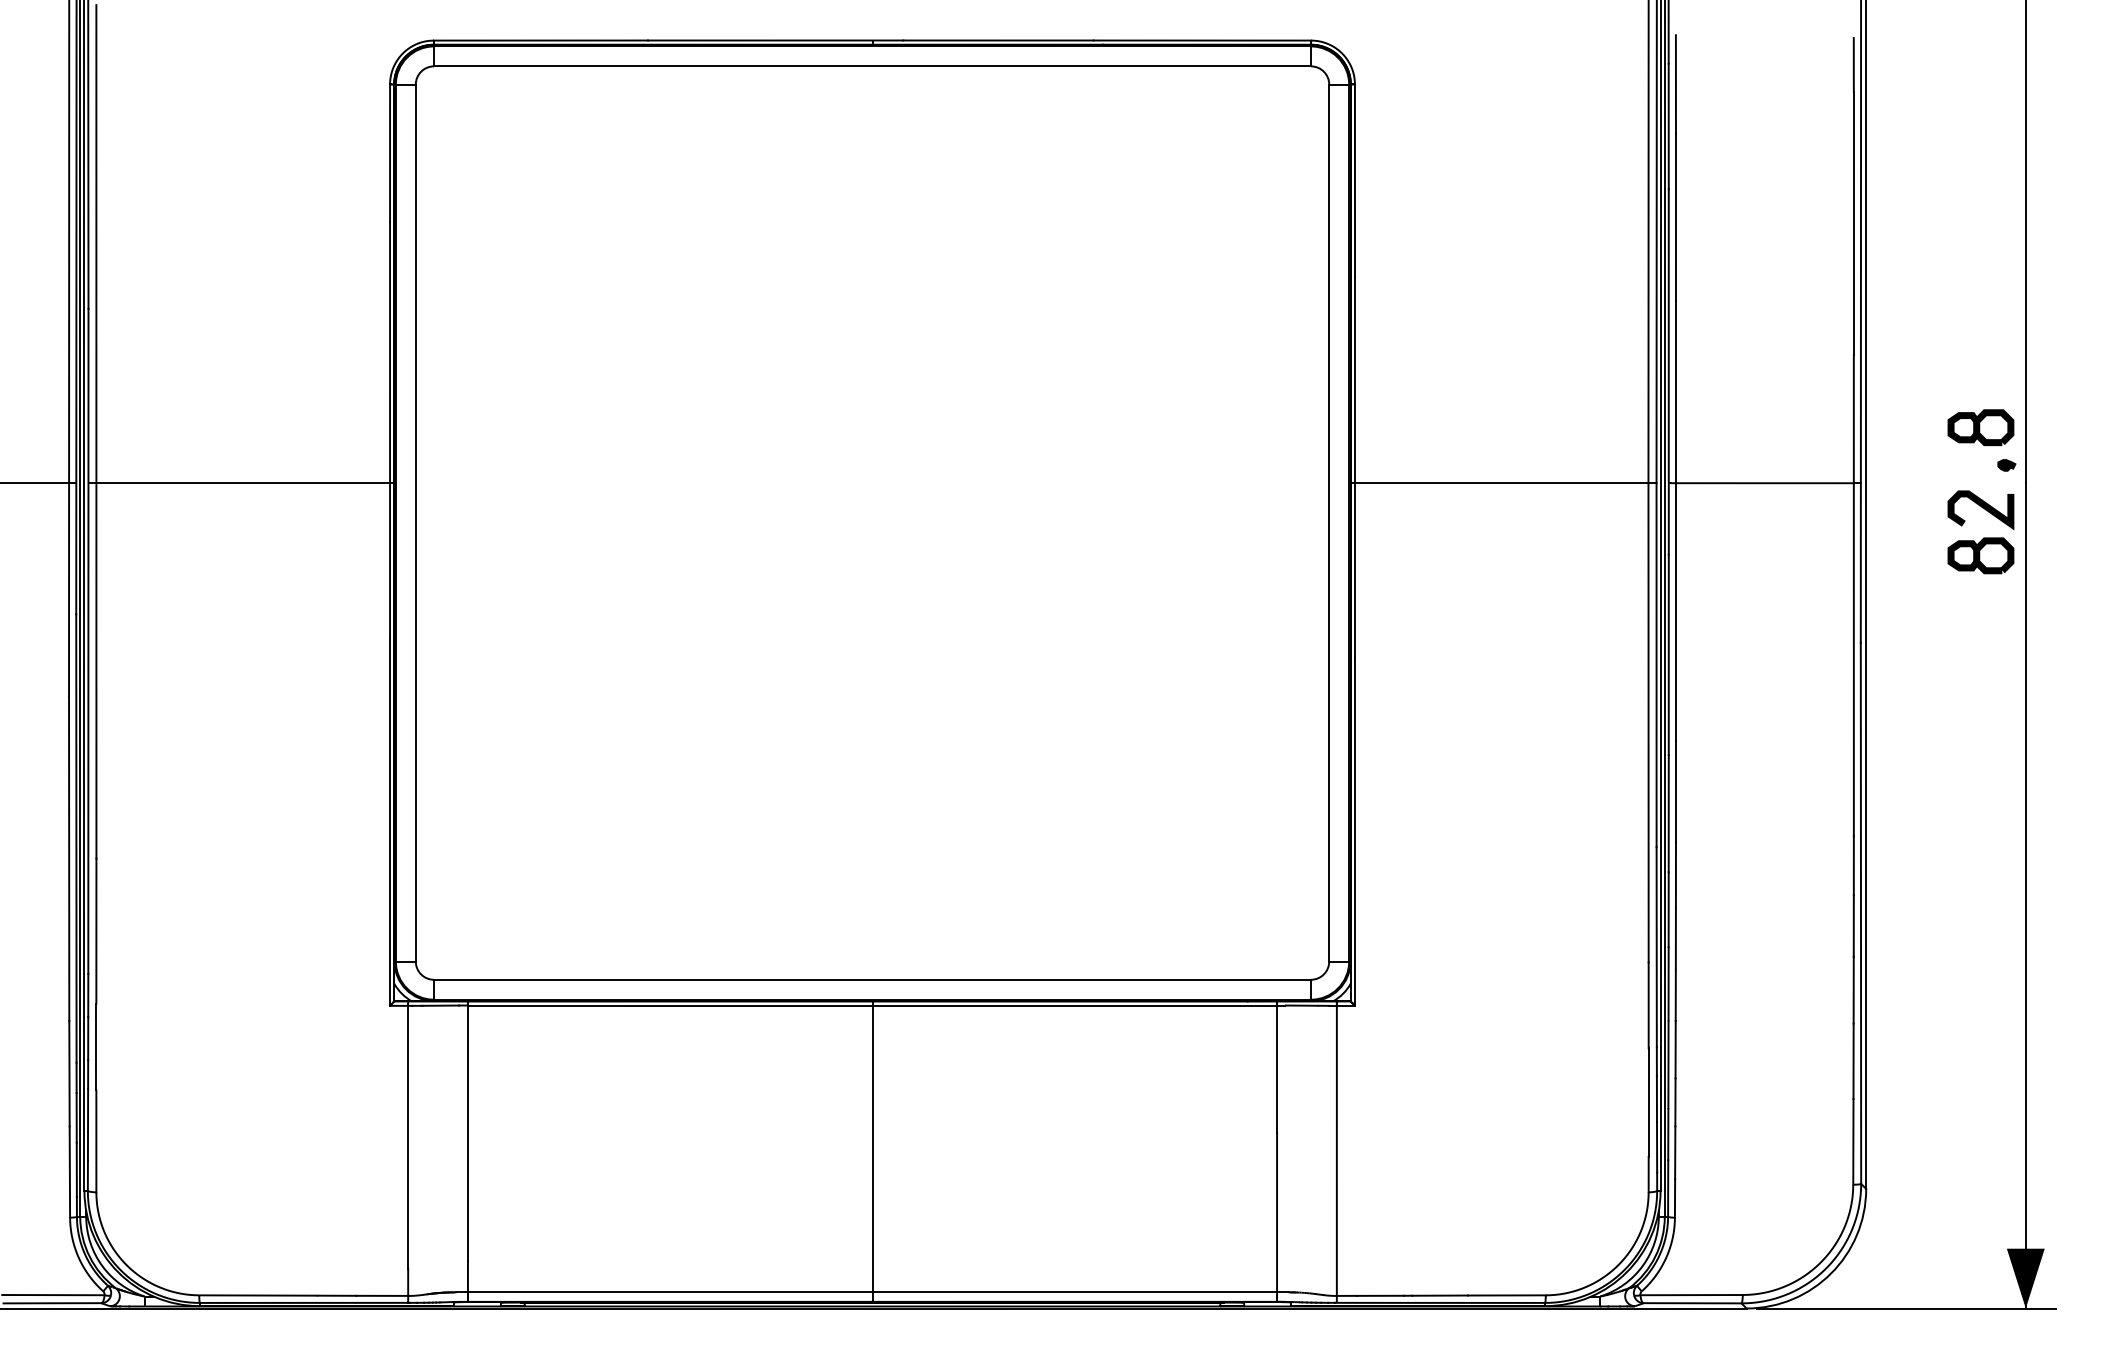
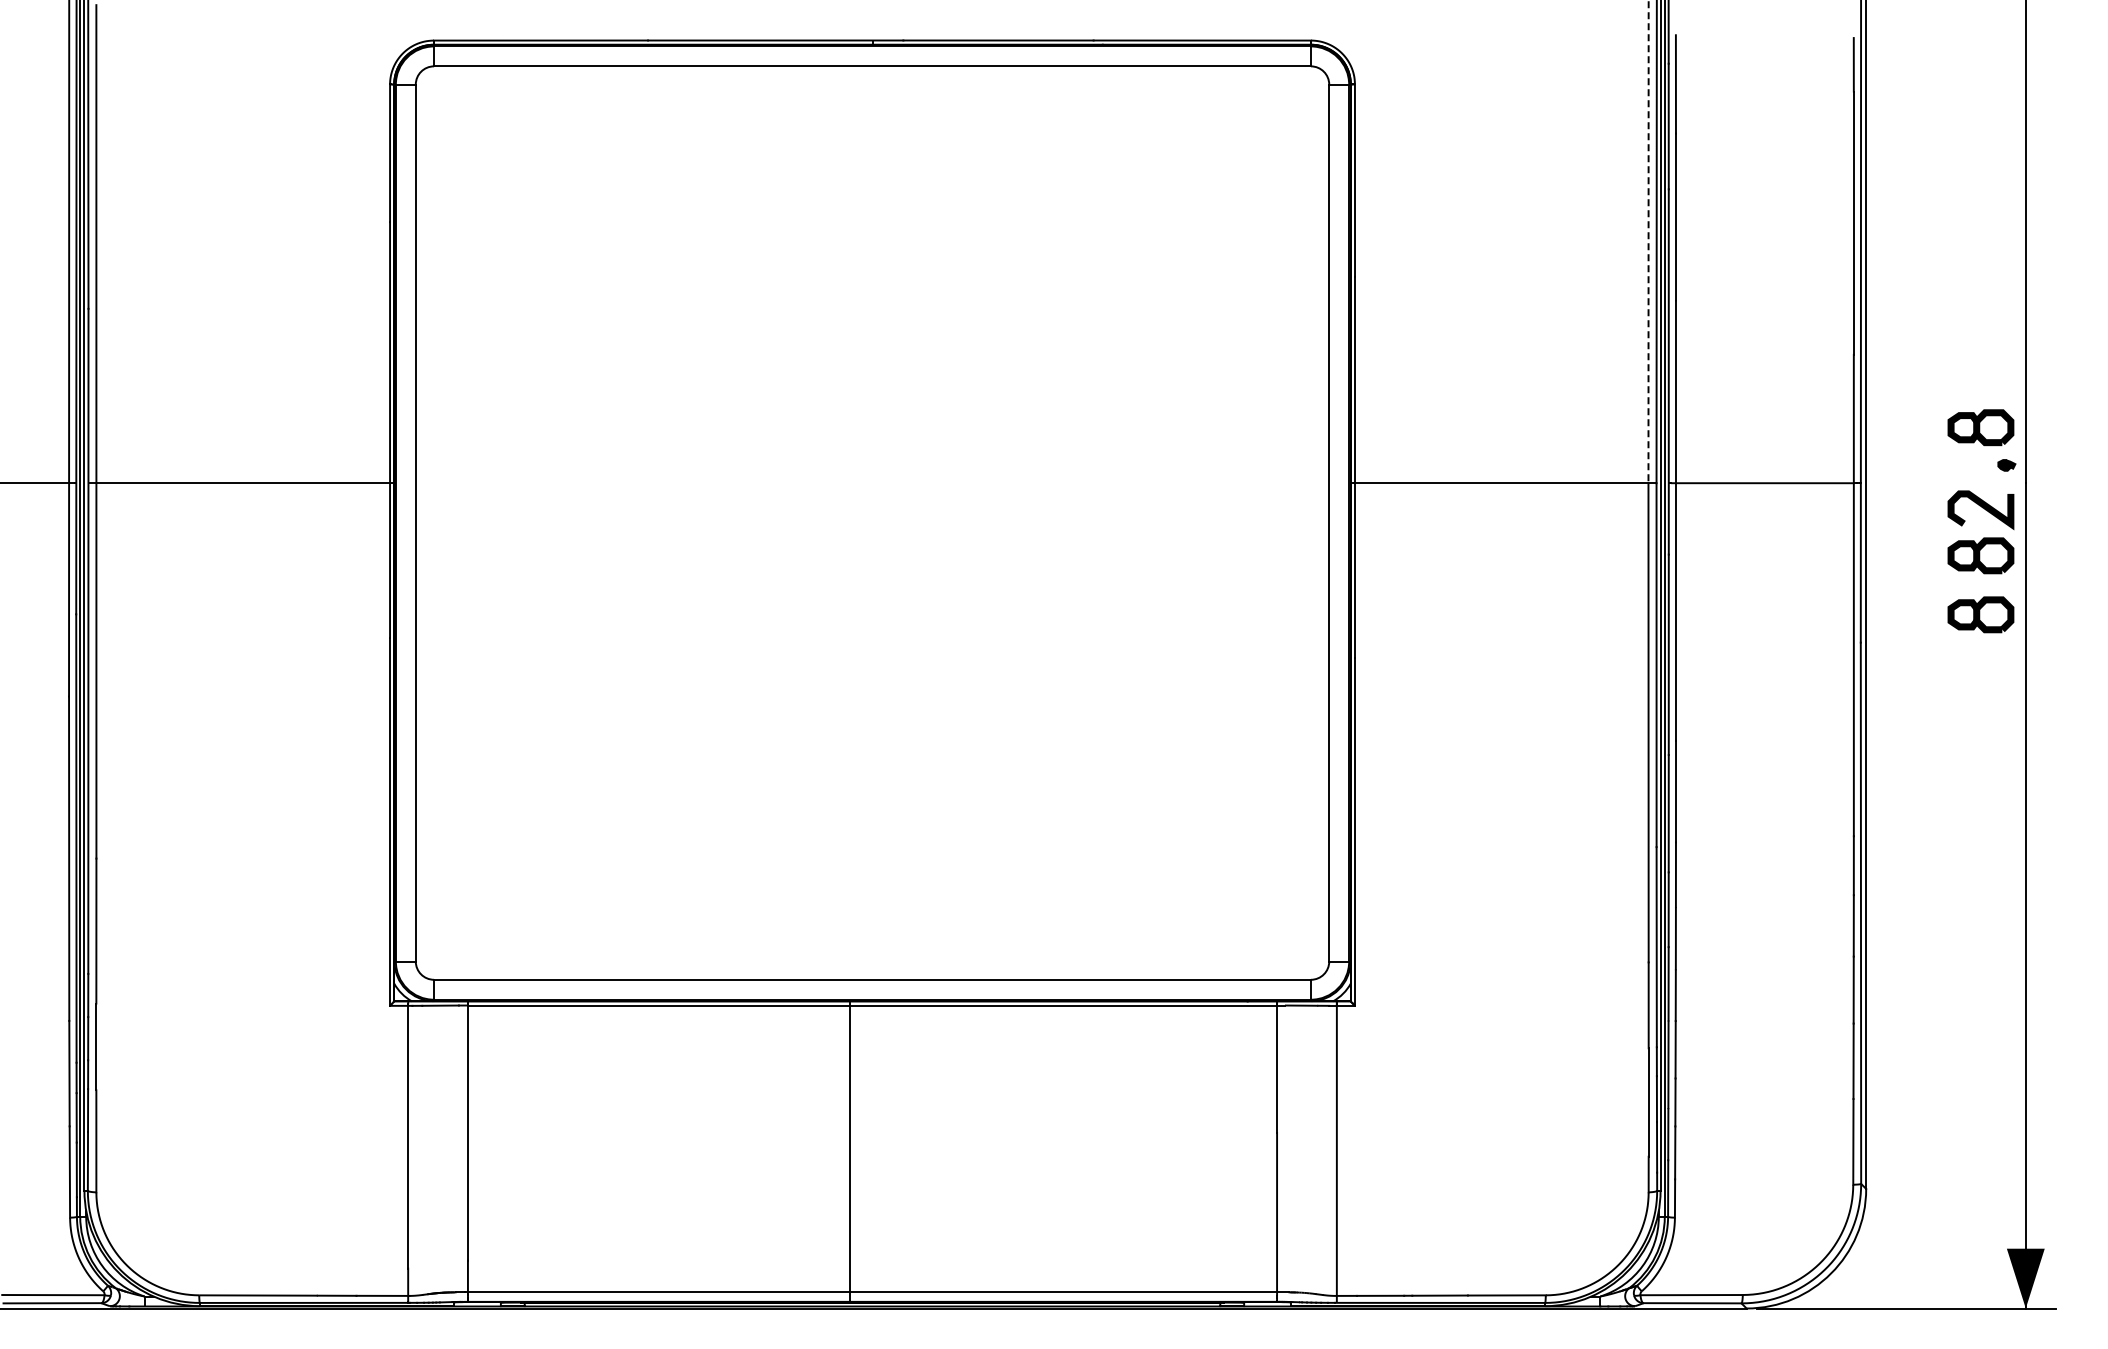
line at (1648, 242): solid -> dashed
part at (1980, 614): none -> present
line at (872, 1151) position: (872, 1151) -> (849, 1151)
